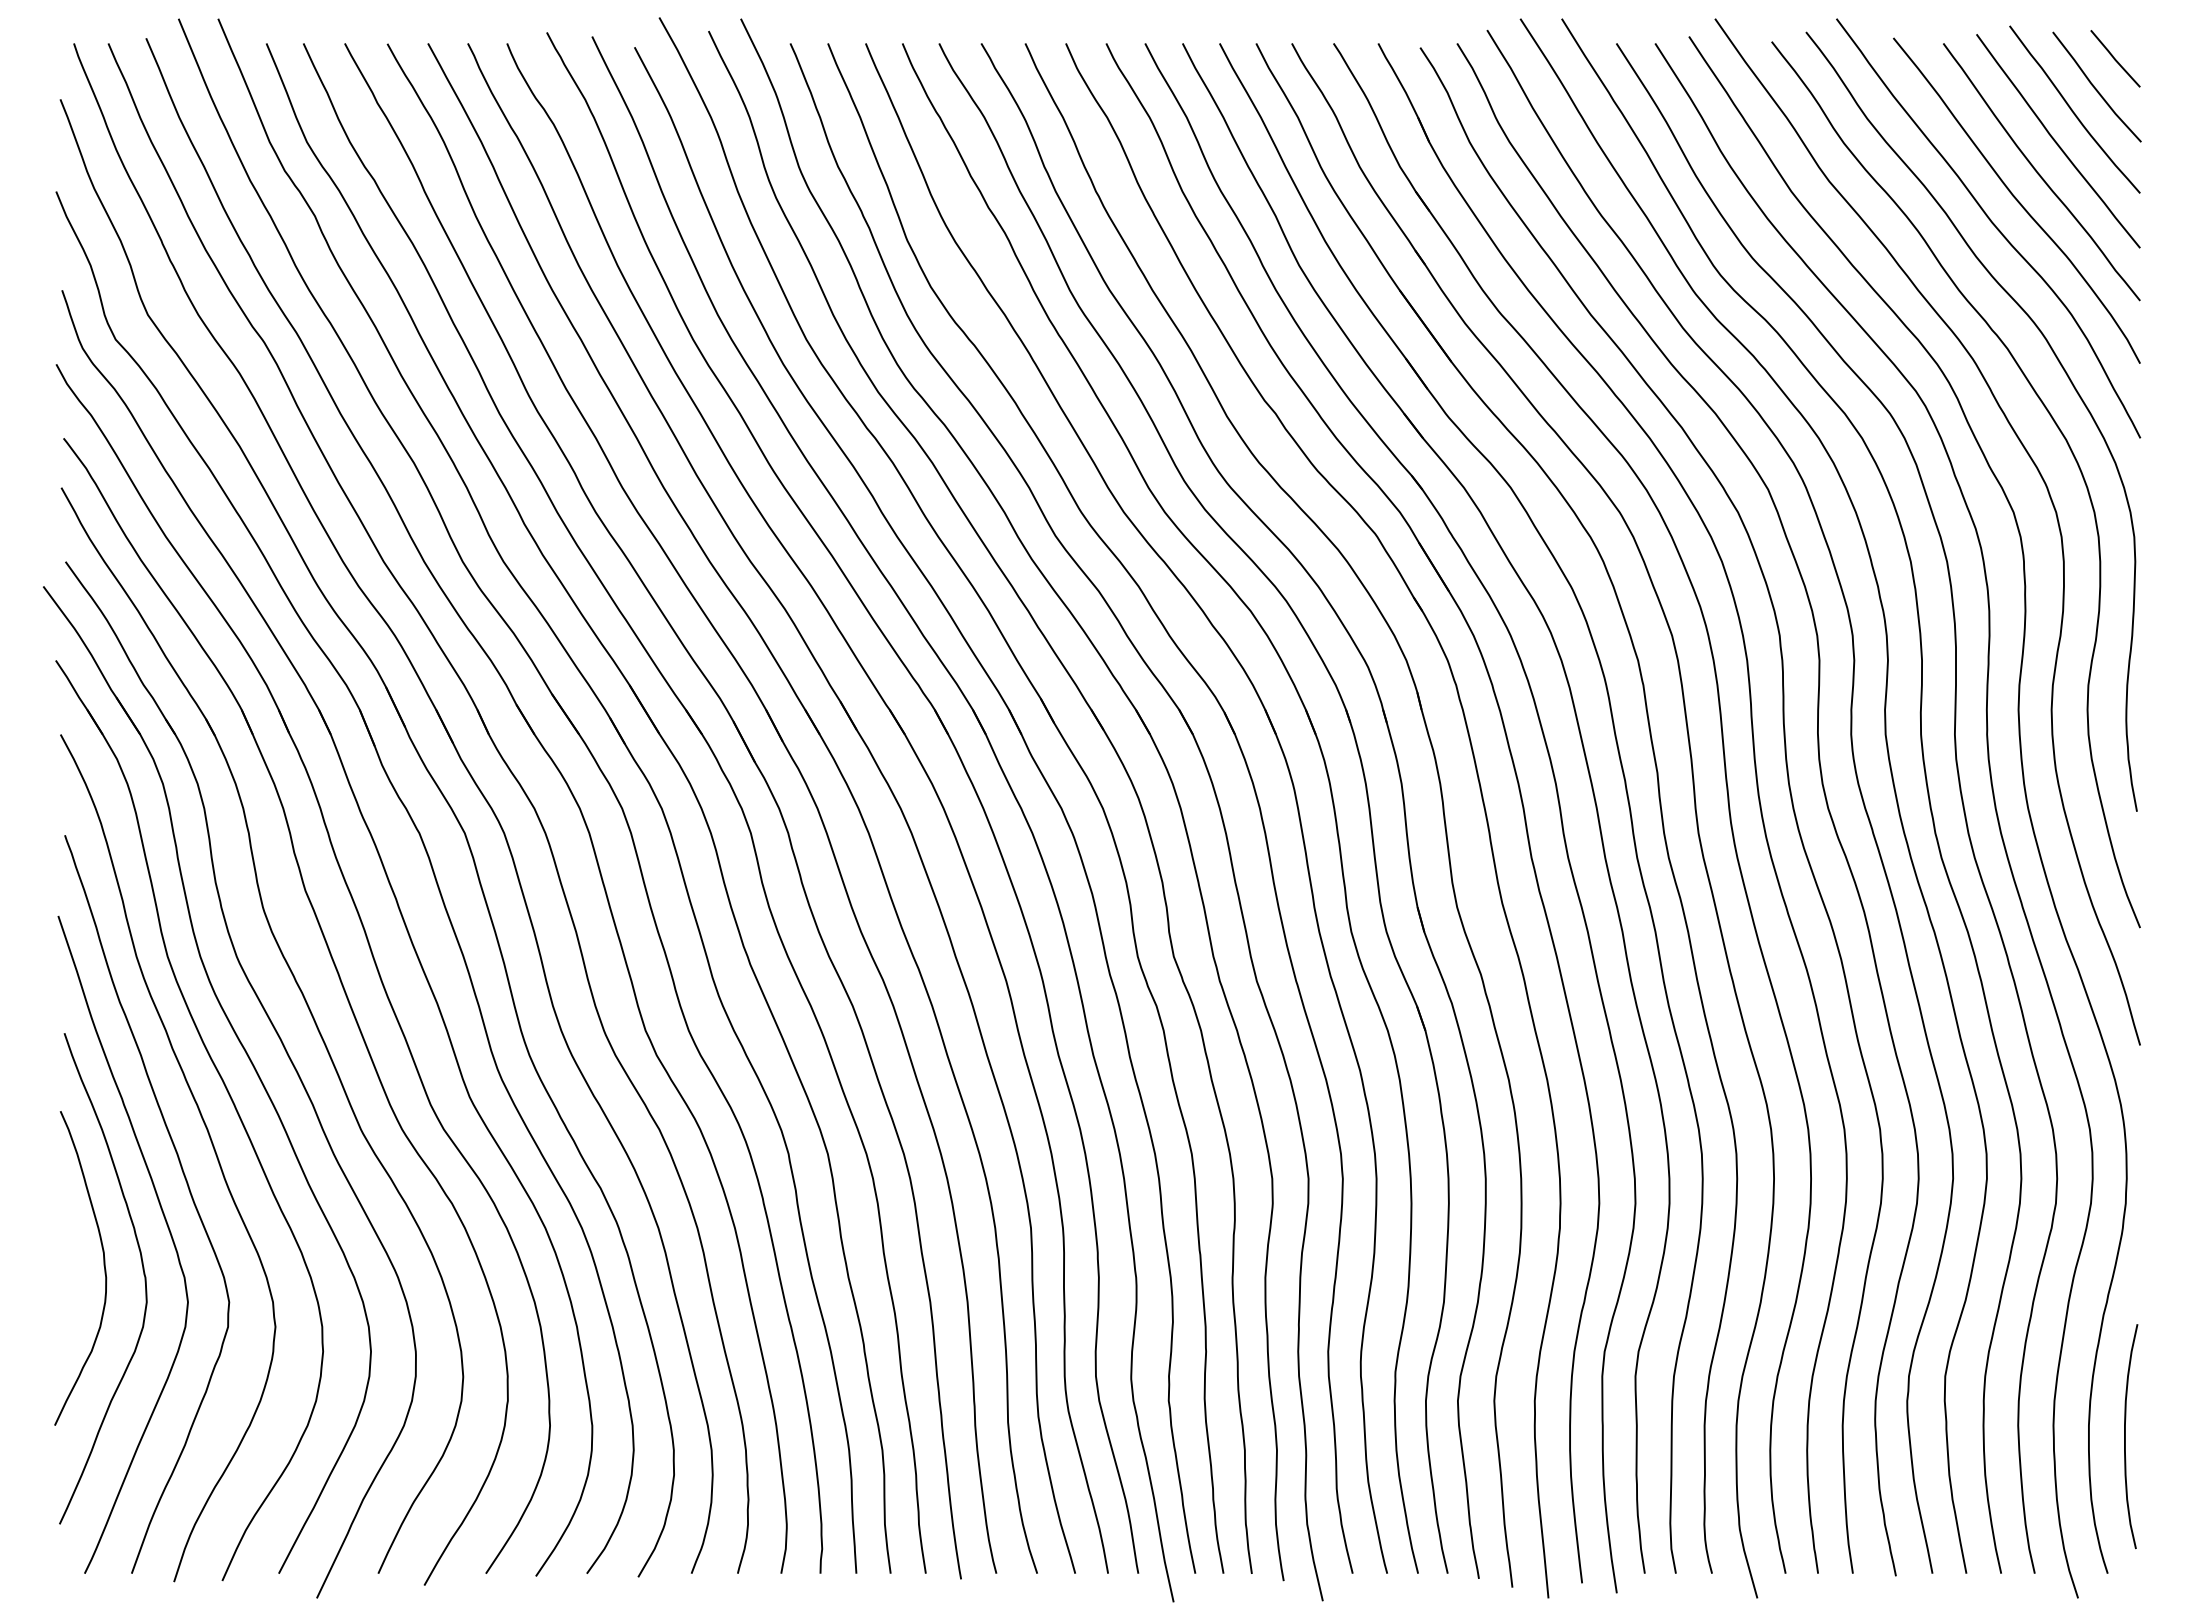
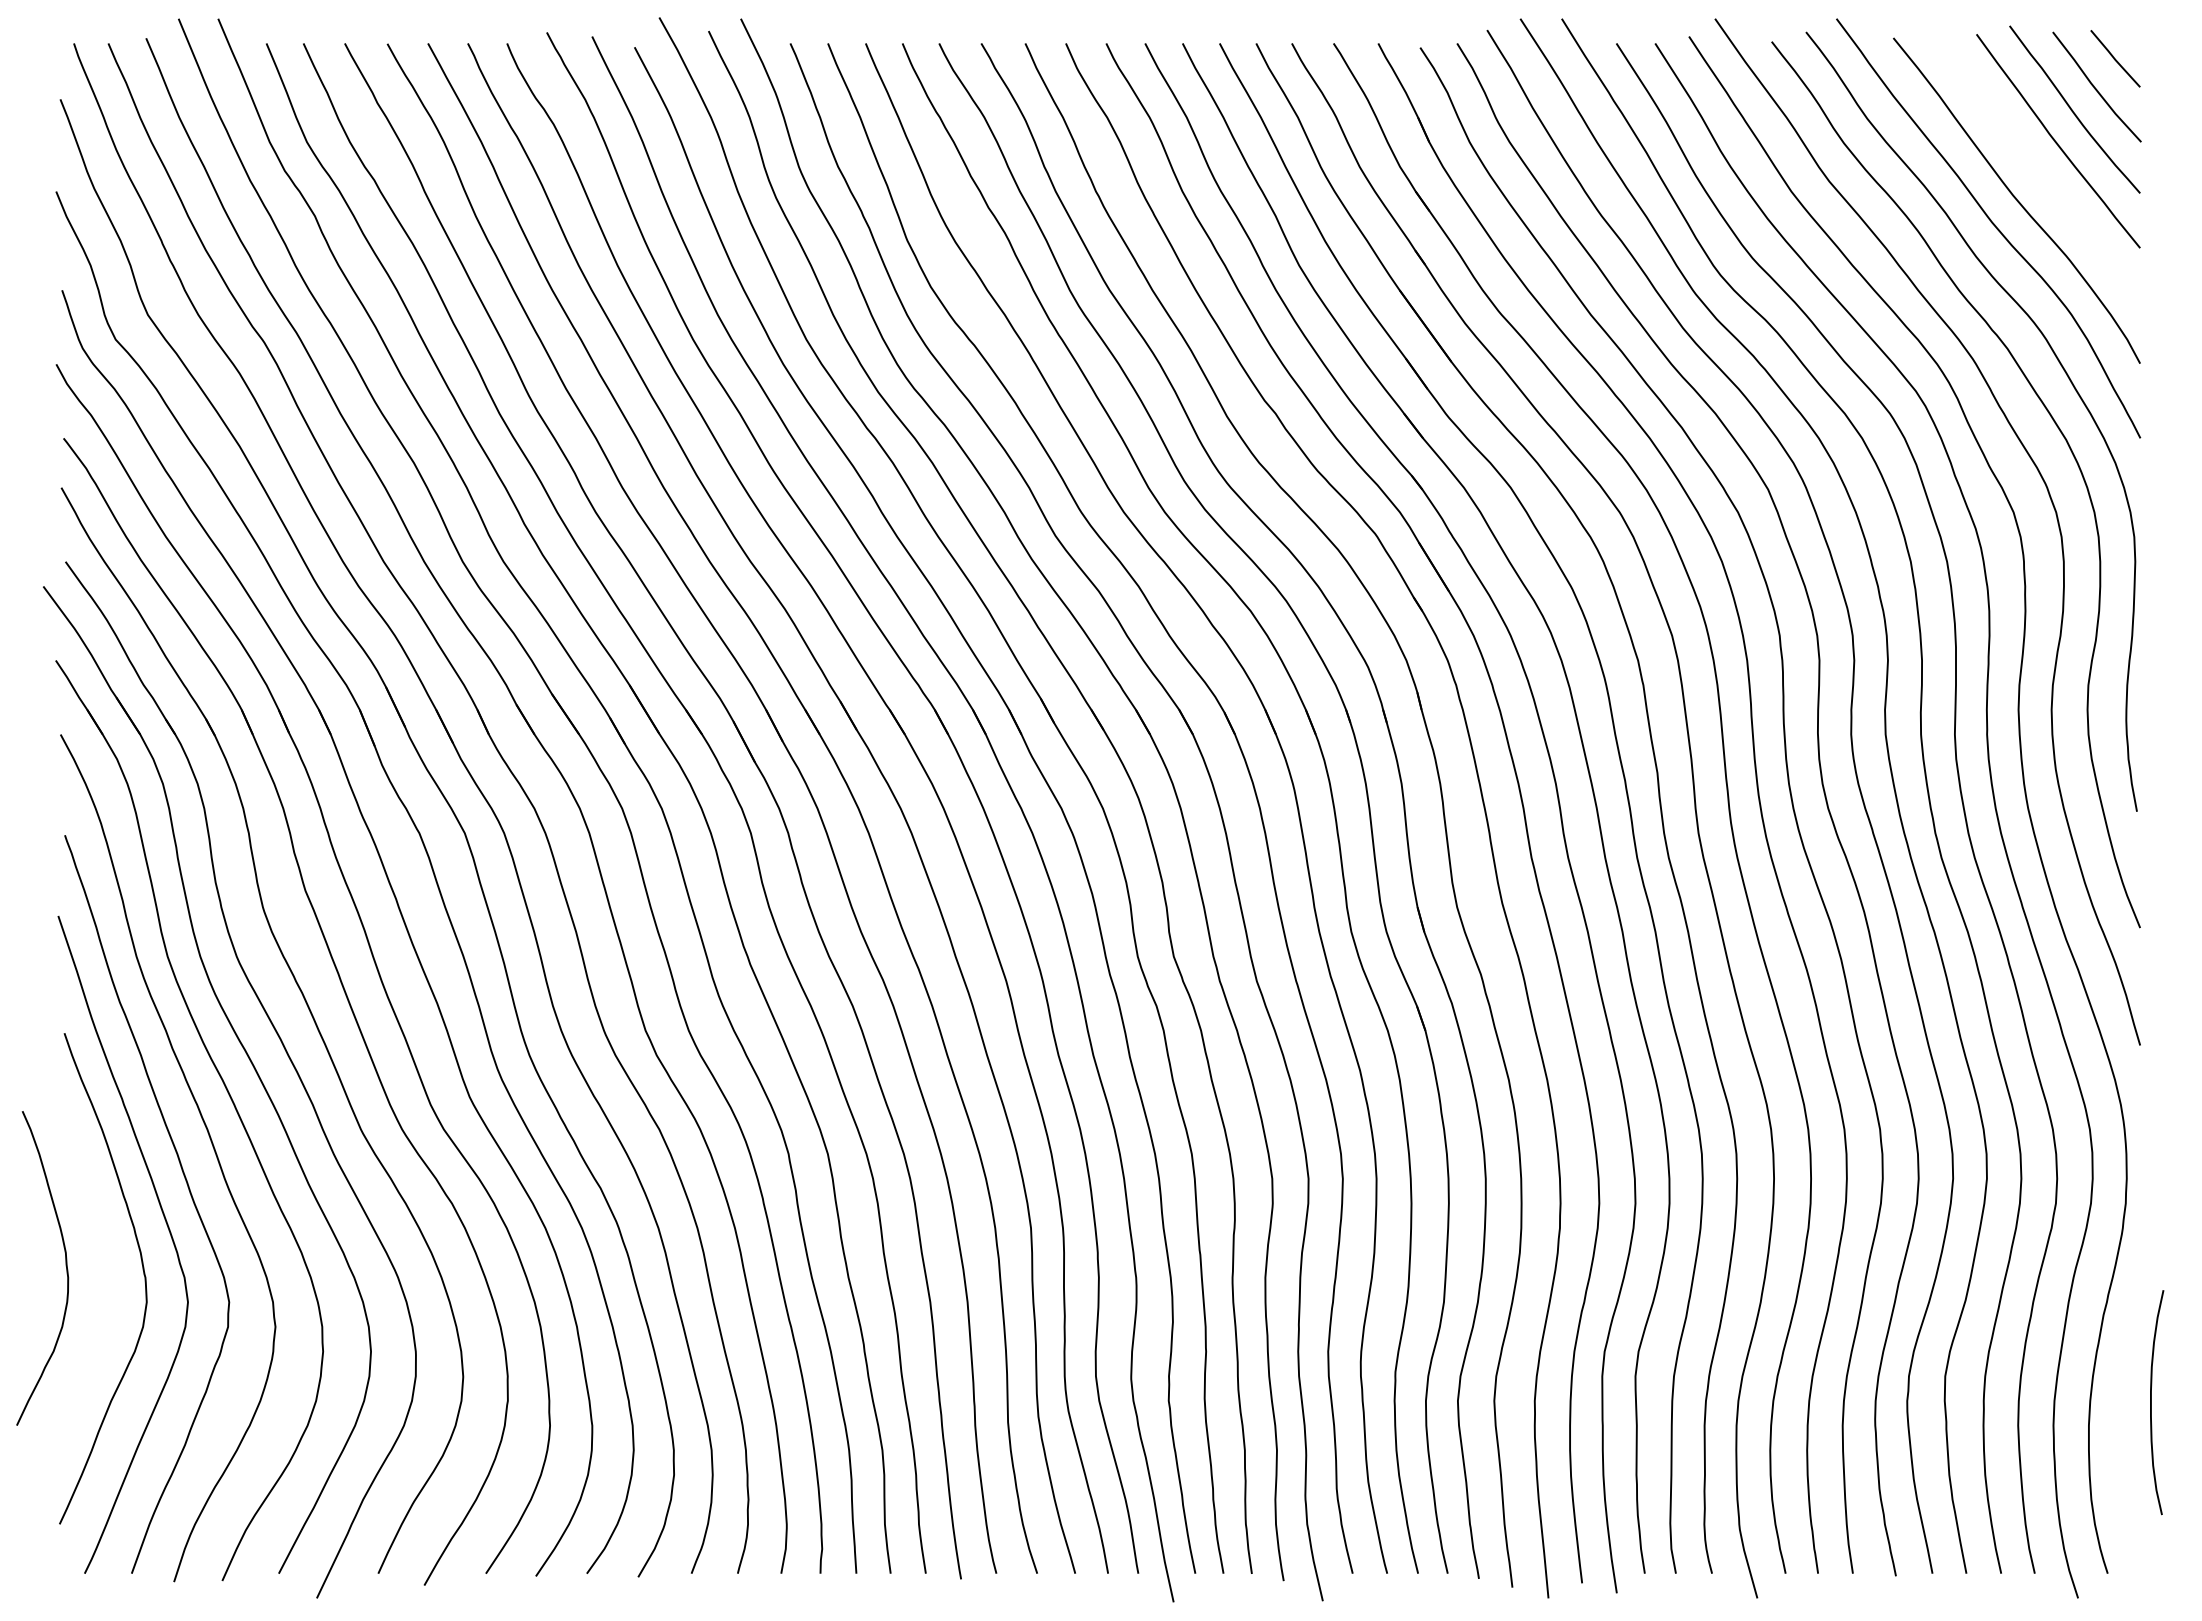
curve at (2039, 173): present -> none
curve at (103, 1266) position: (103, 1266) -> (65, 1266)
curve at (2125, 1436) position: (2125, 1436) -> (2151, 1402)
